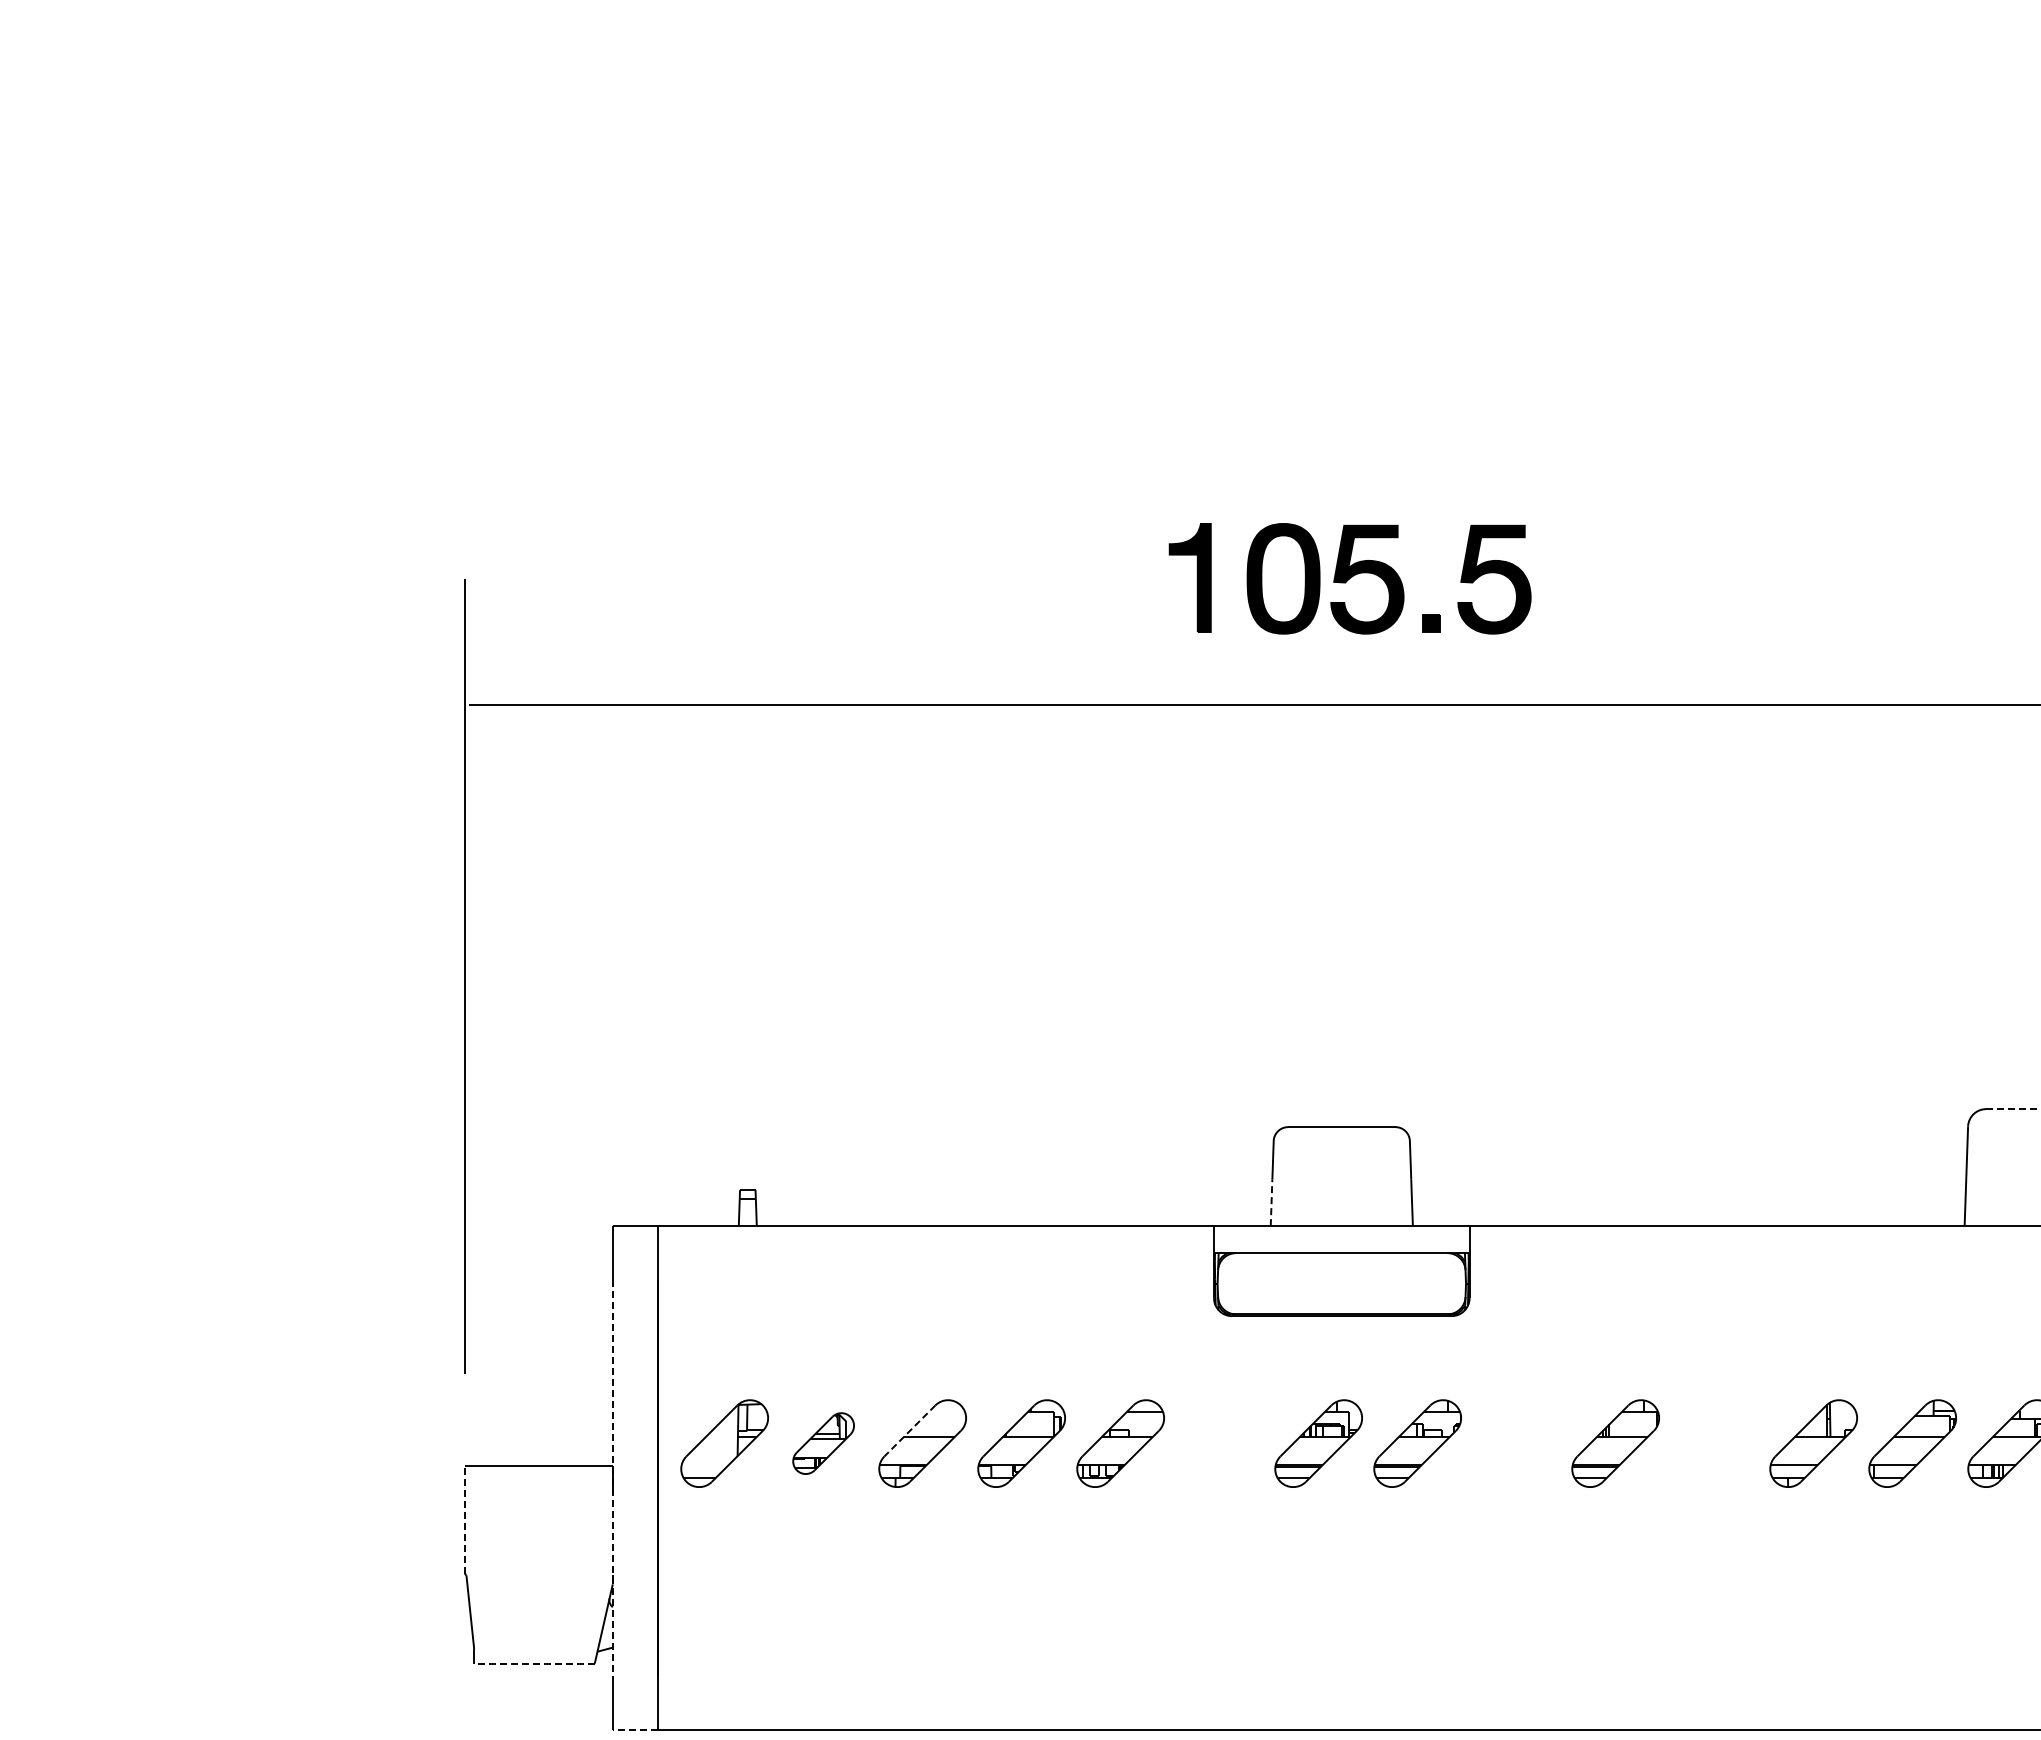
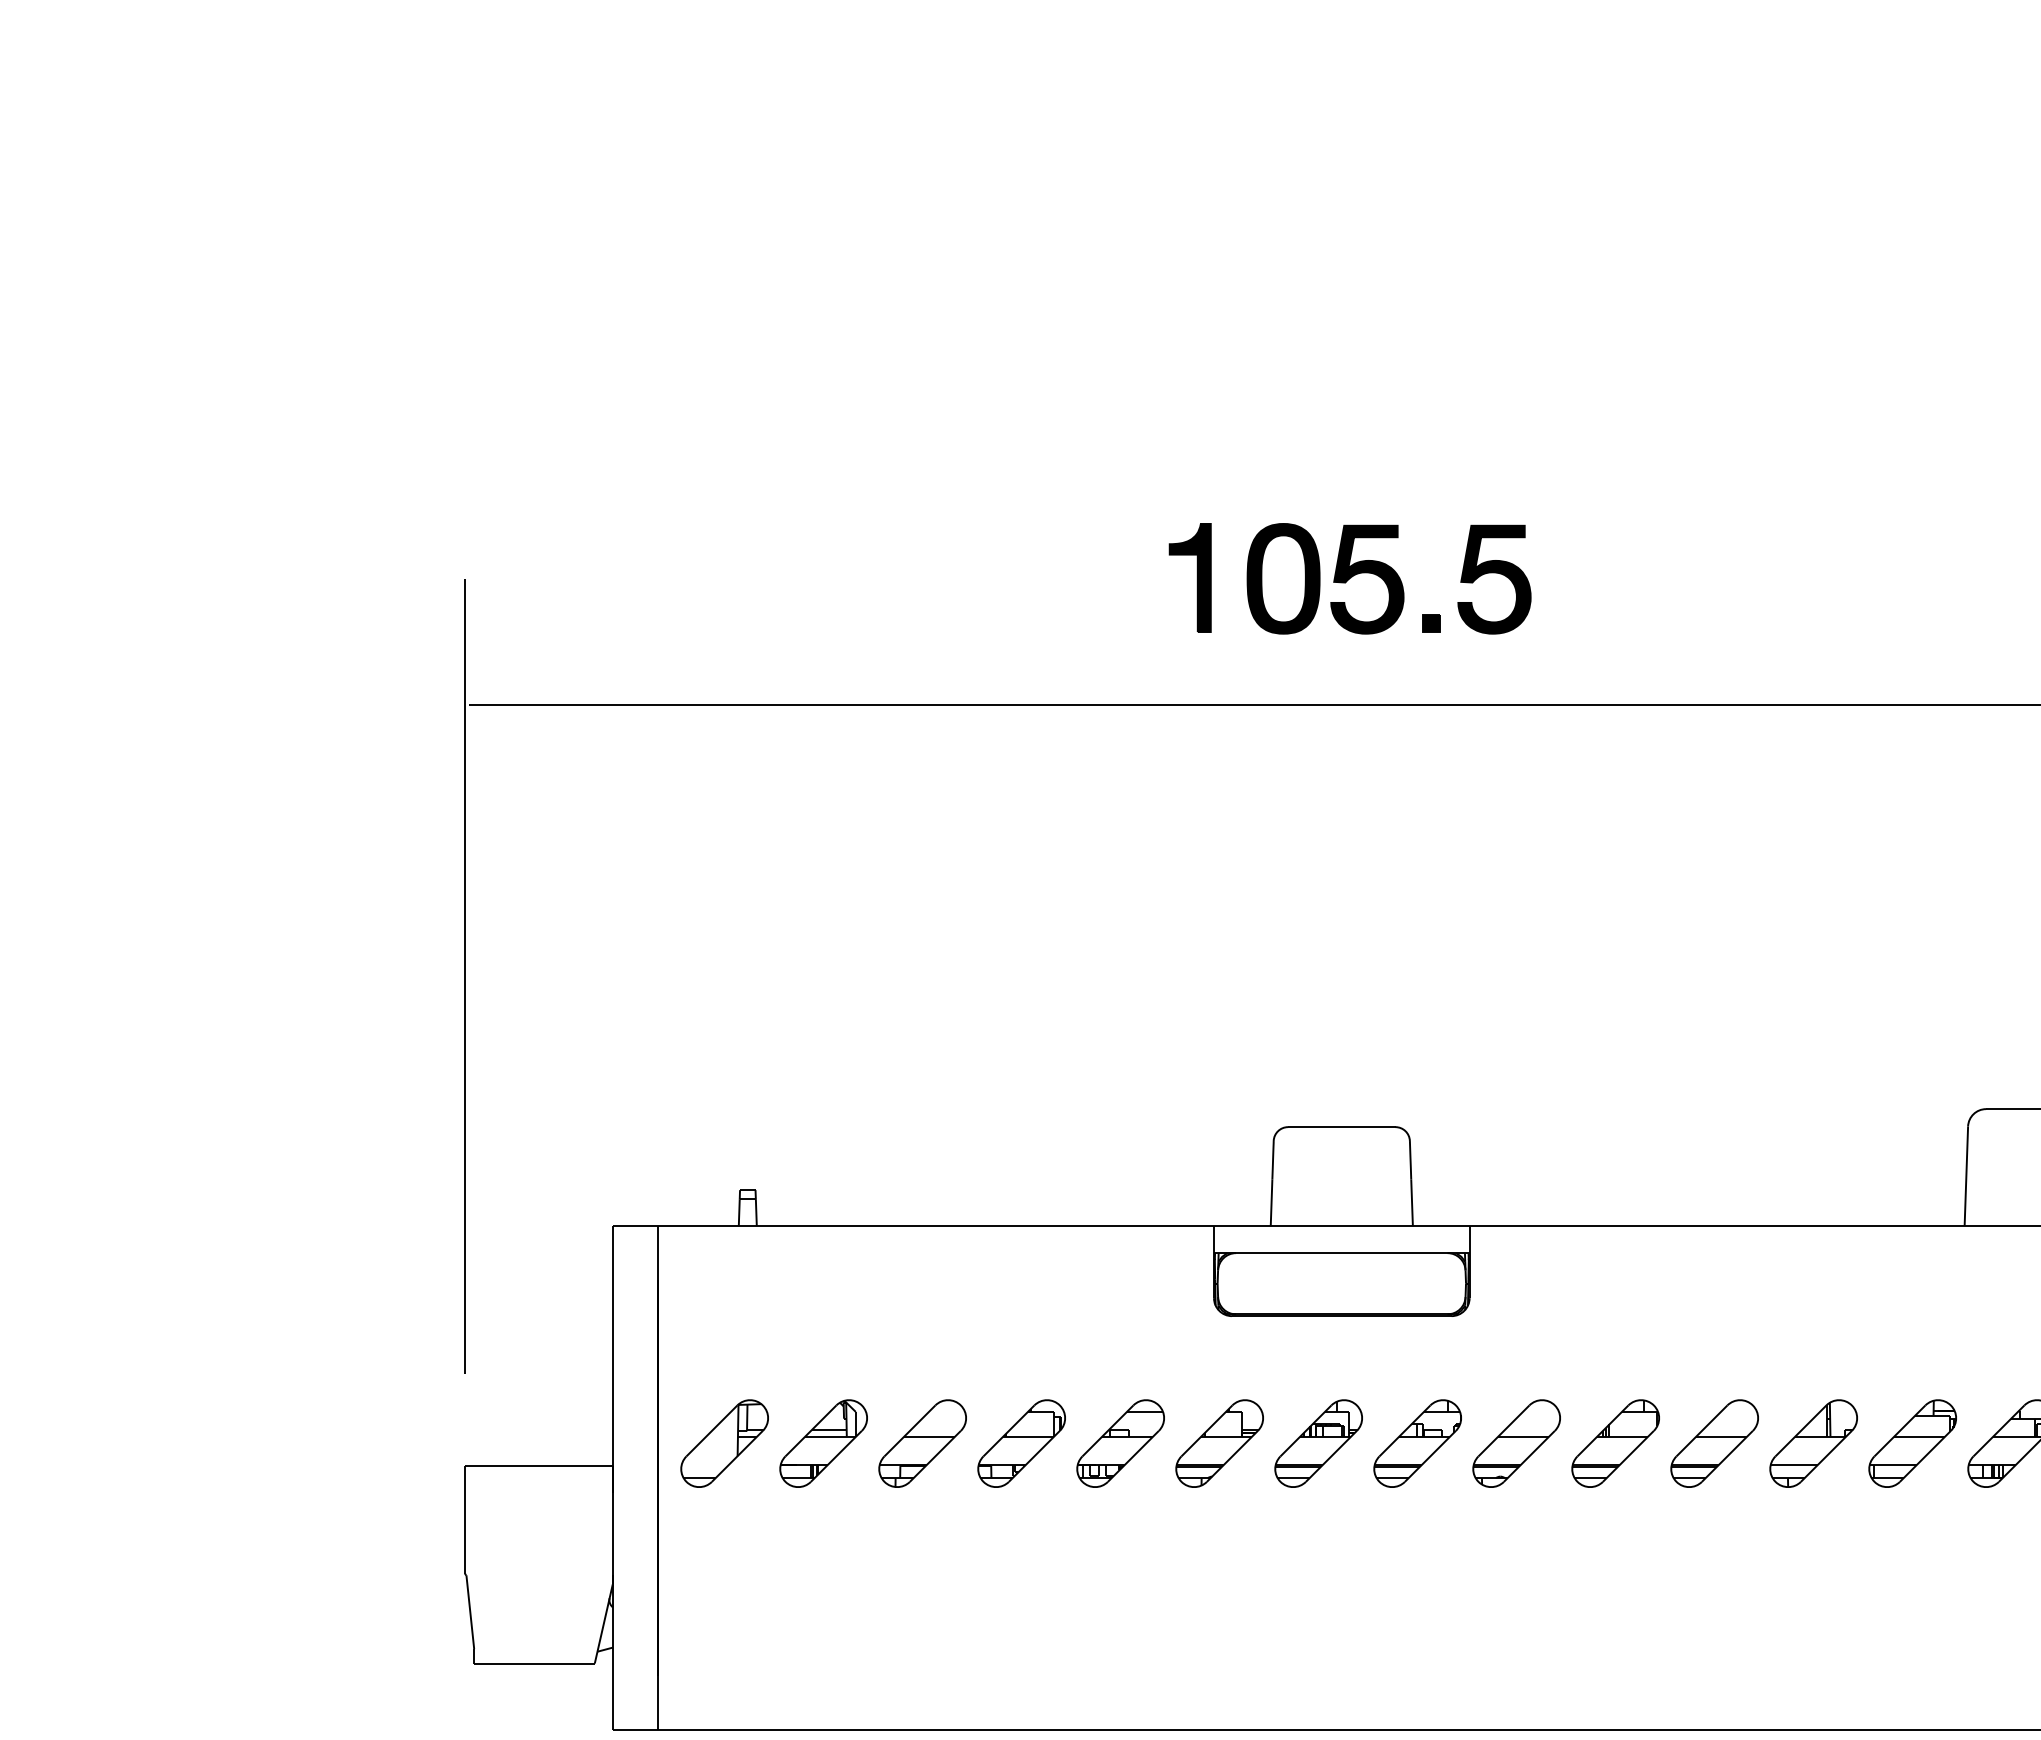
line at (2013, 1109): dashed -> solid
line at (1271, 1202): dashed -> solid
line at (909, 1431): dashed -> solid
part at (823, 1443) size: 63x63 px -> 89x89 px
part at (1219, 1443): none -> present
part at (1516, 1443): none -> present
part at (1714, 1443): none -> present
line at (612, 1478): dashed -> solid
line at (465, 1519): dashed -> solid
line at (534, 1663): dashed -> solid
line at (635, 1730): dashed -> solid
